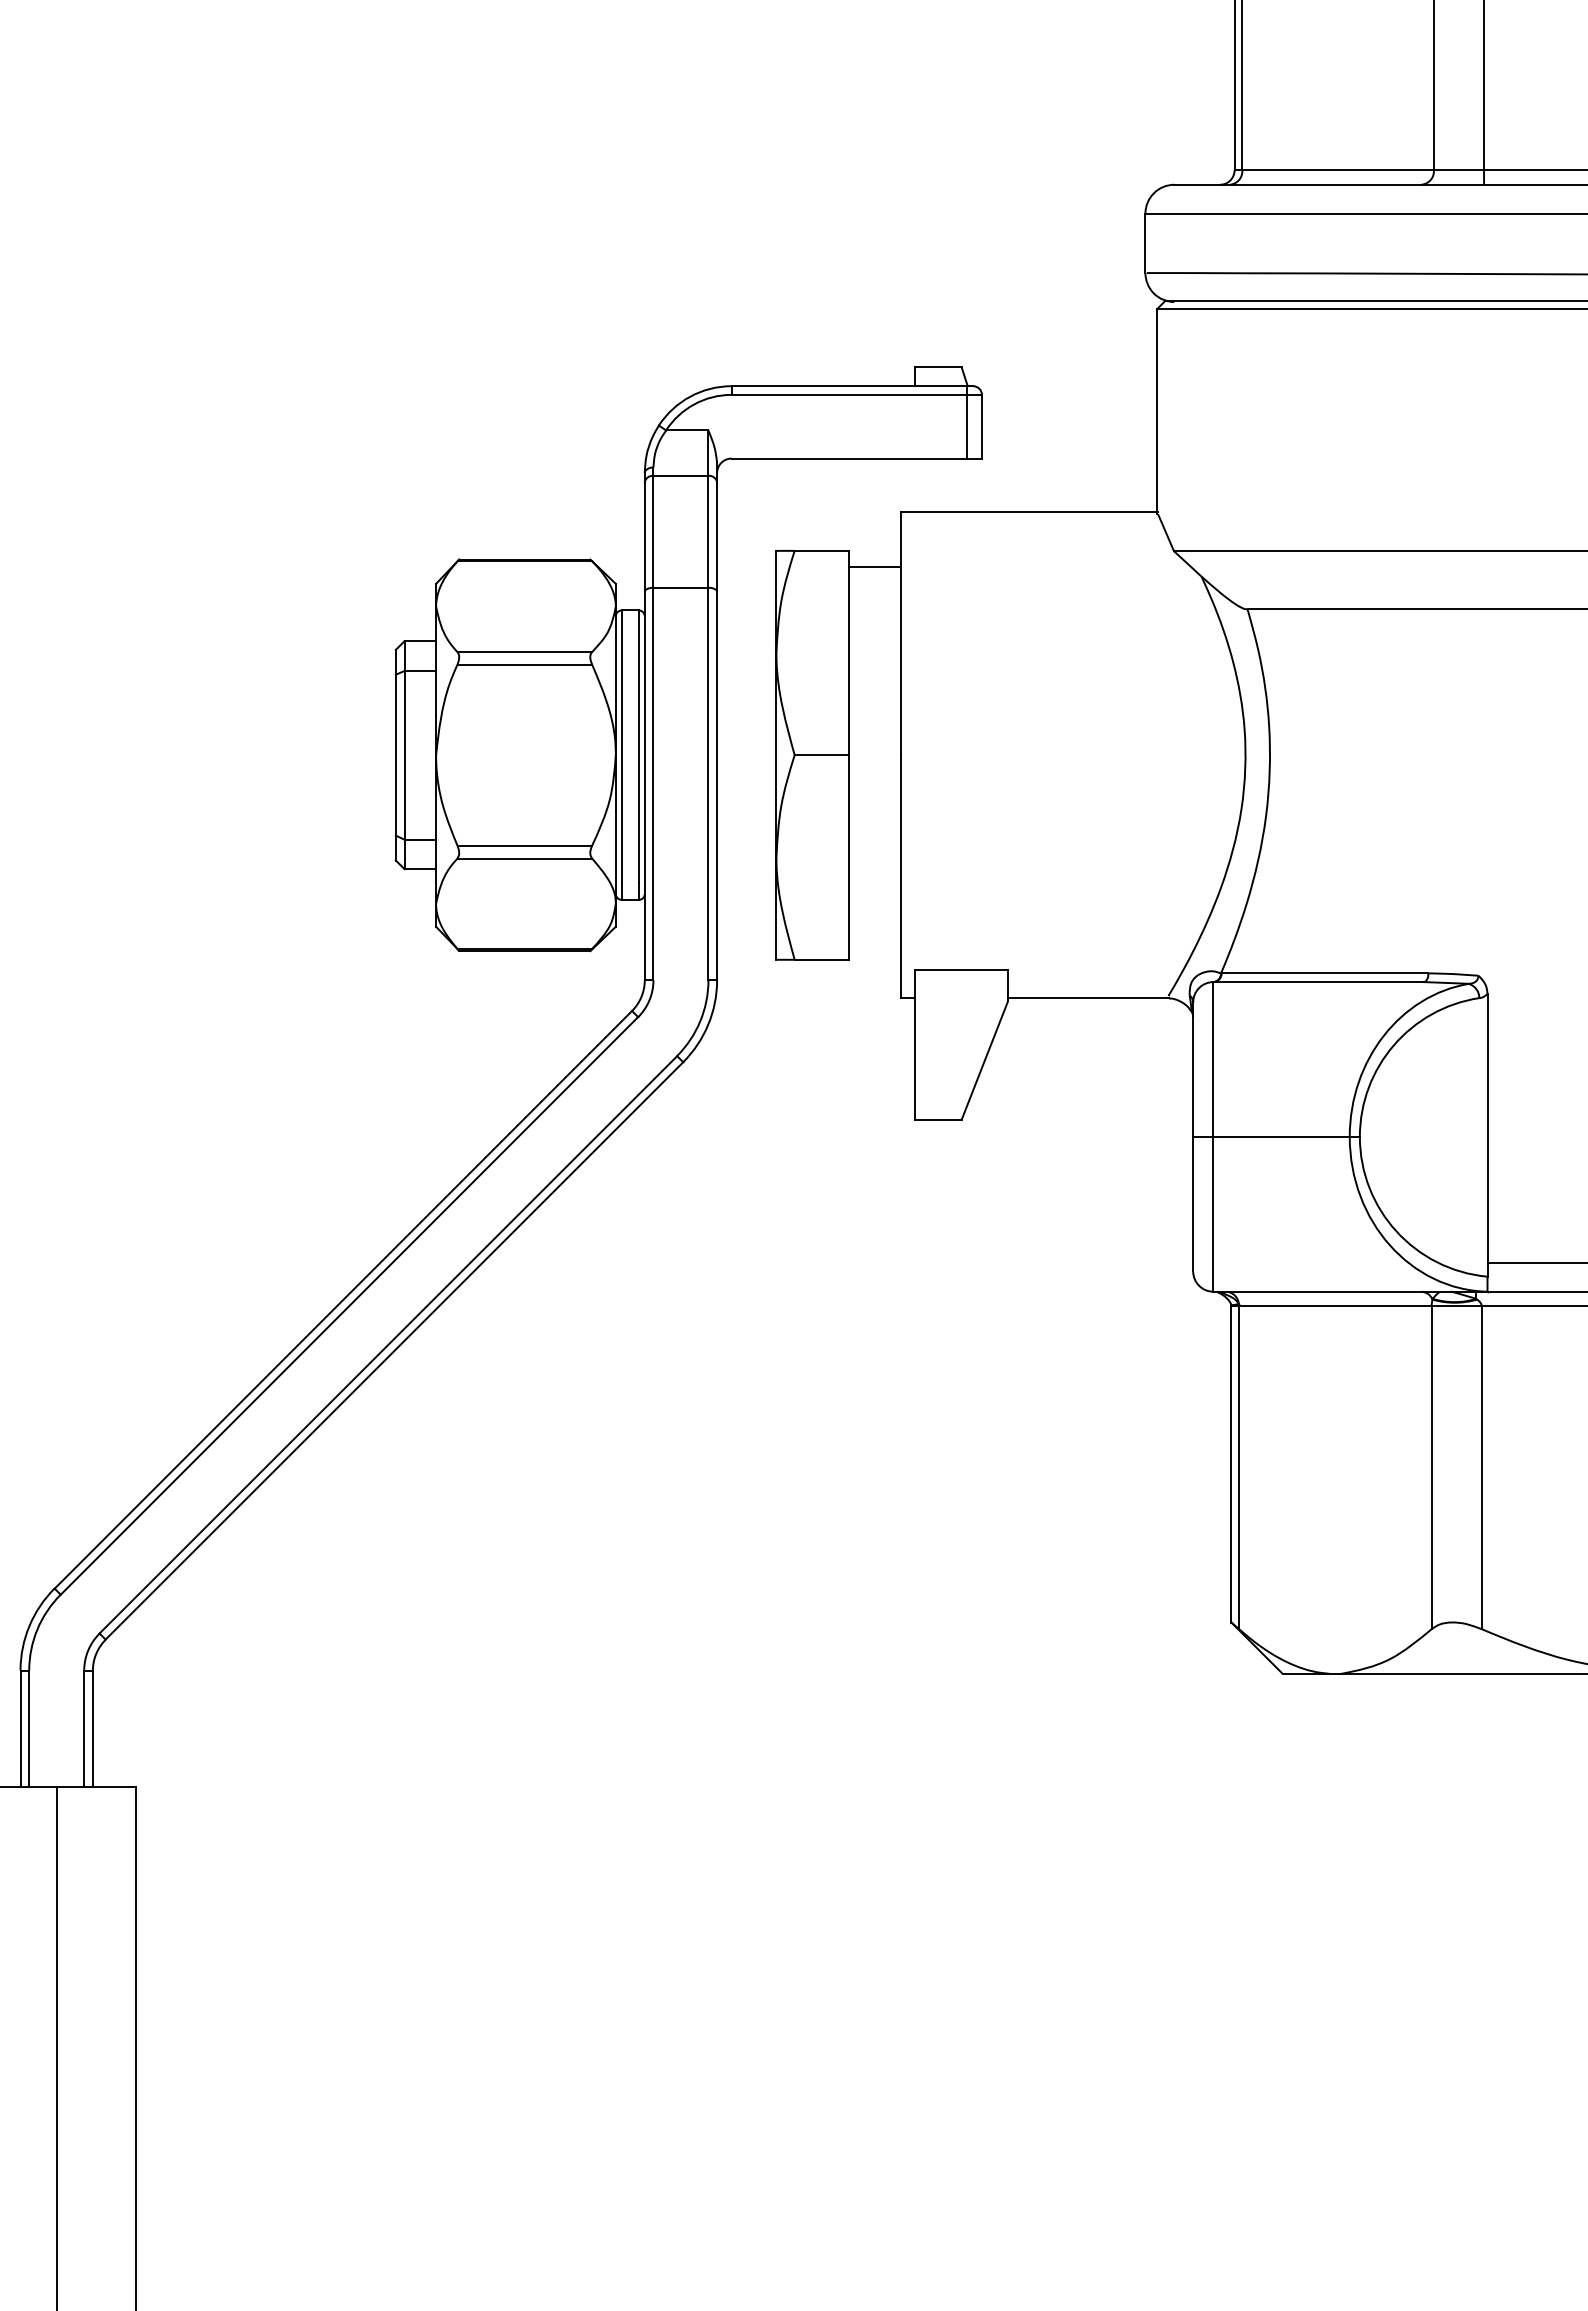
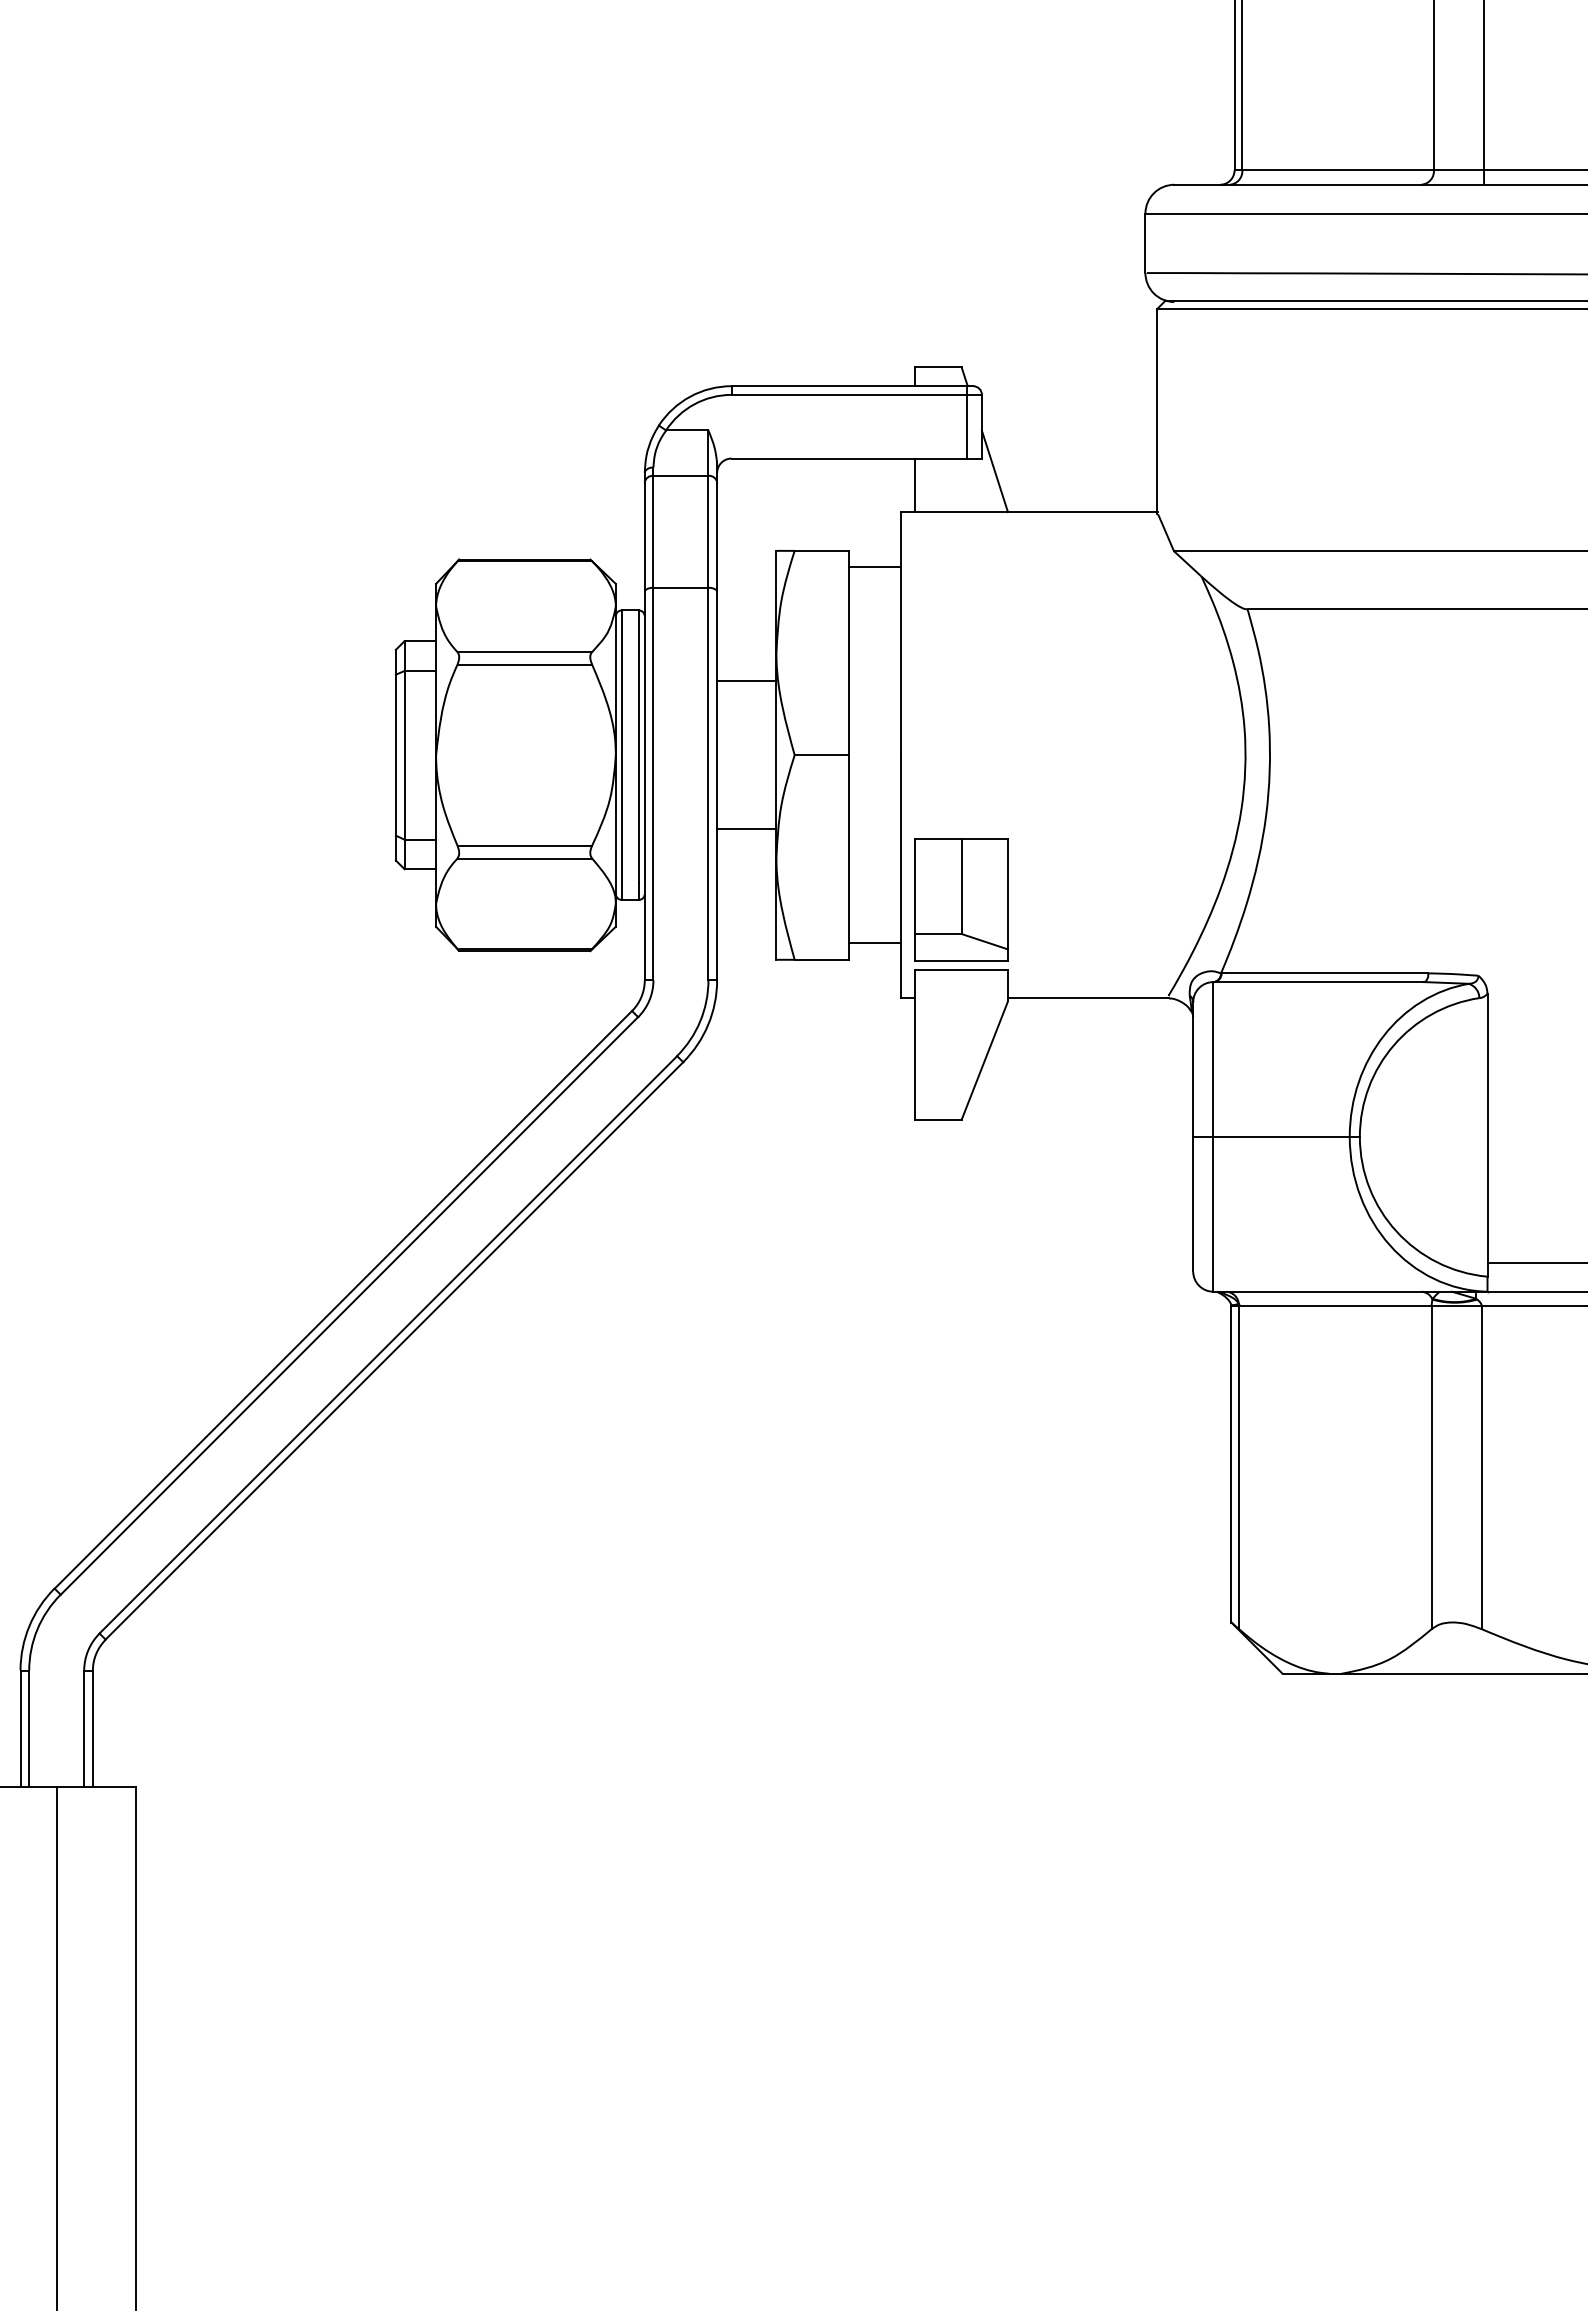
line at (994, 471): none -> present
line at (915, 485): none -> present
line at (746, 681): none -> present
line at (746, 828): none -> present
part at (961, 899): none -> present
line at (874, 943): none -> present
